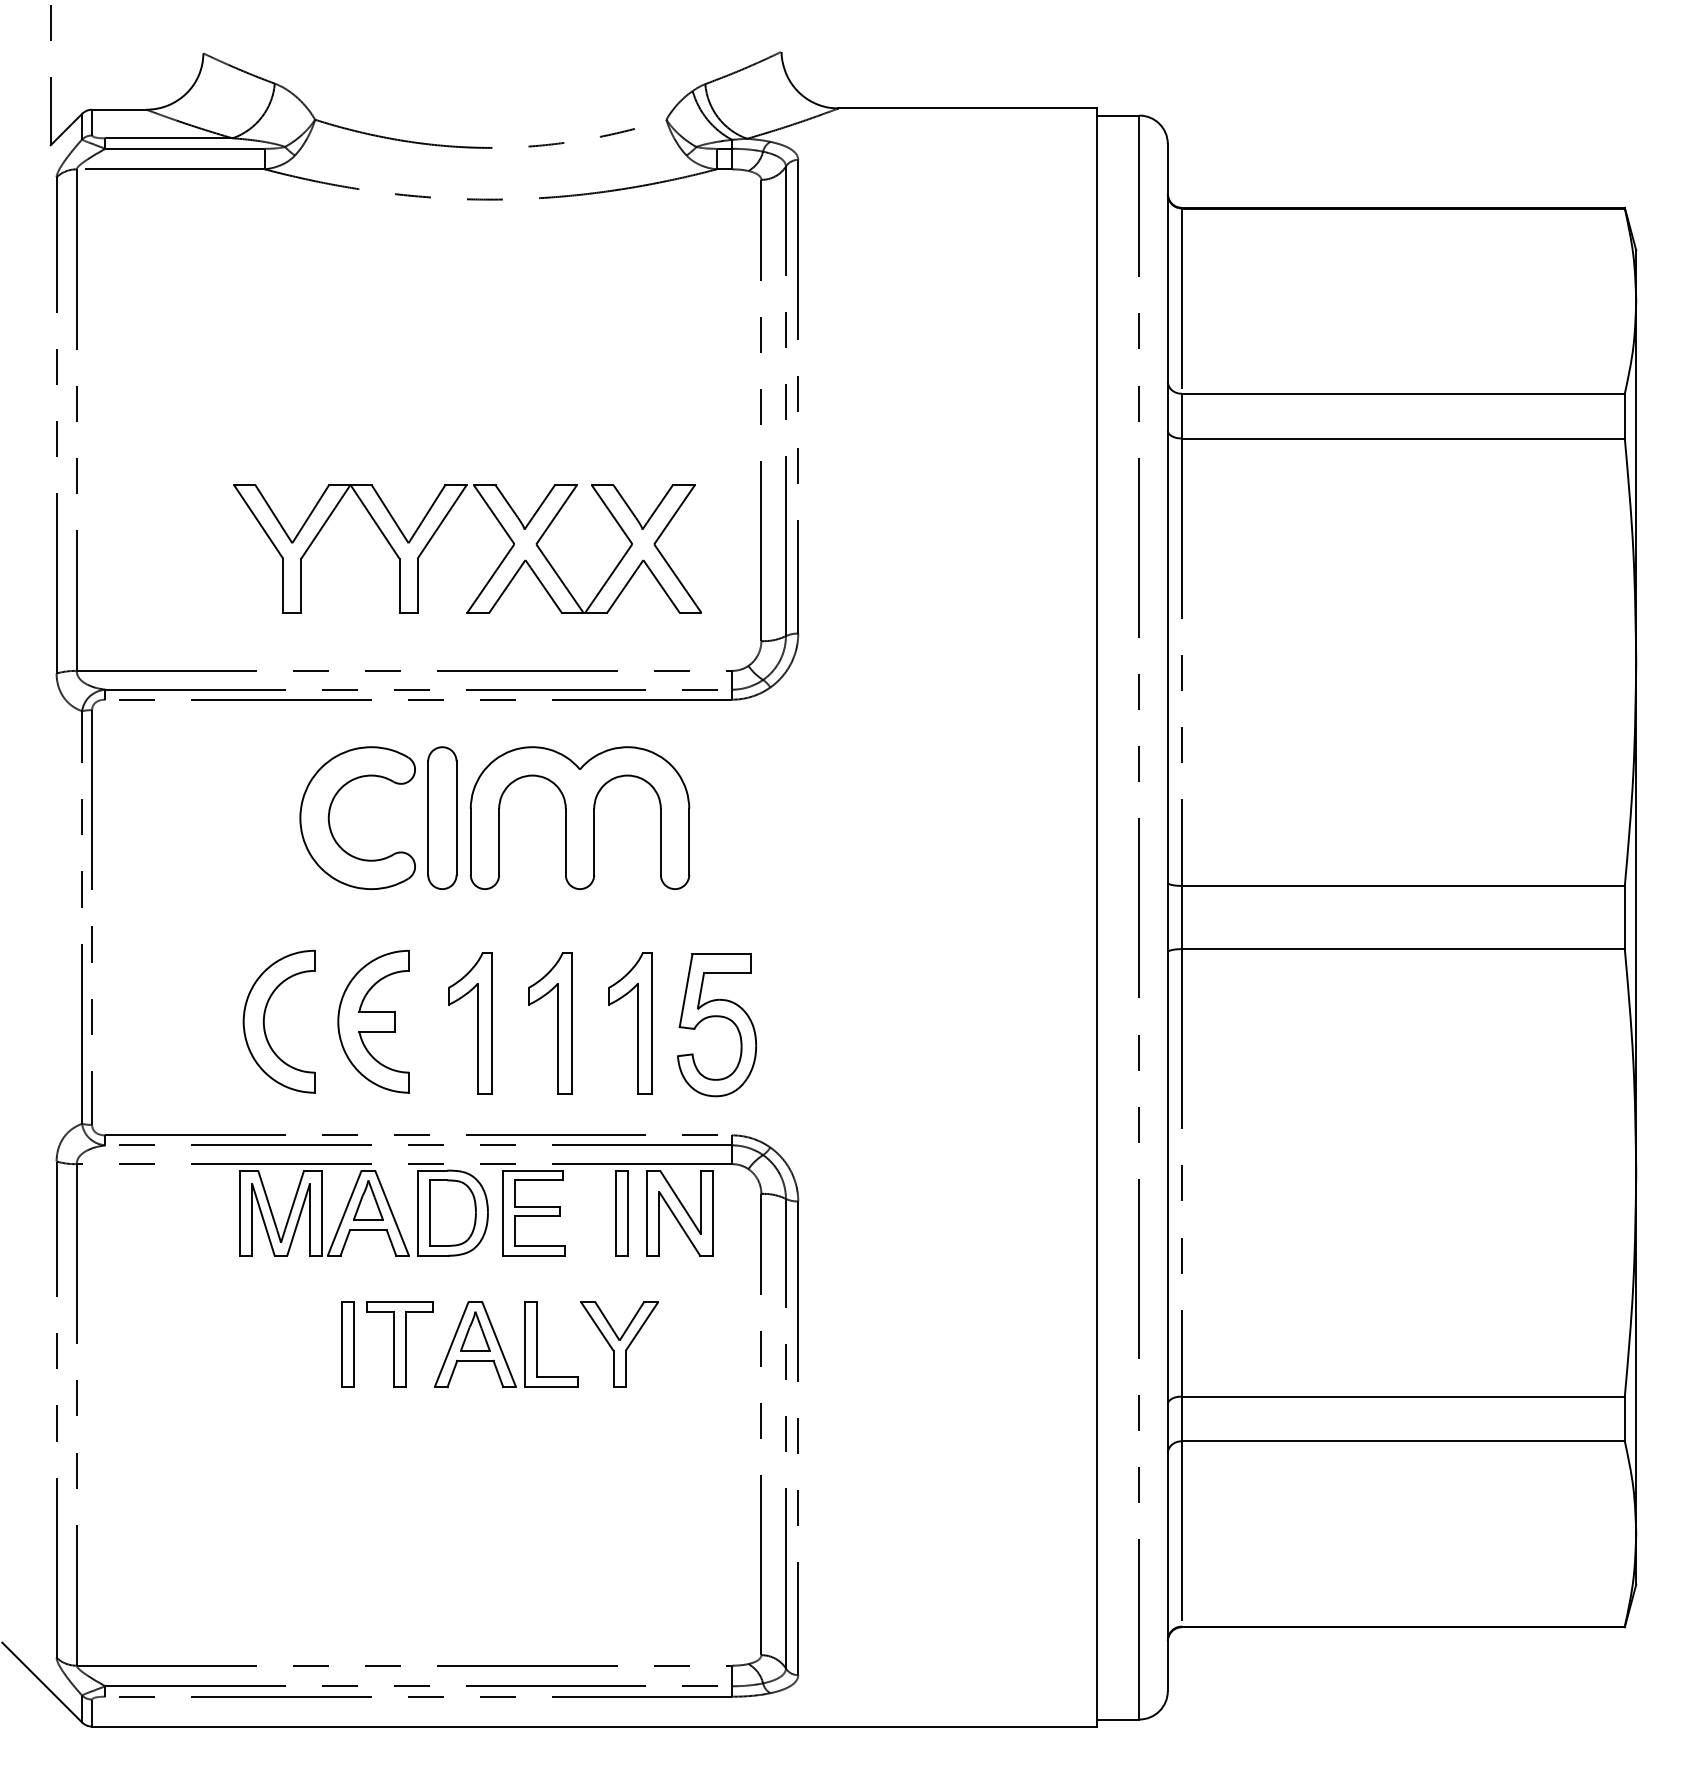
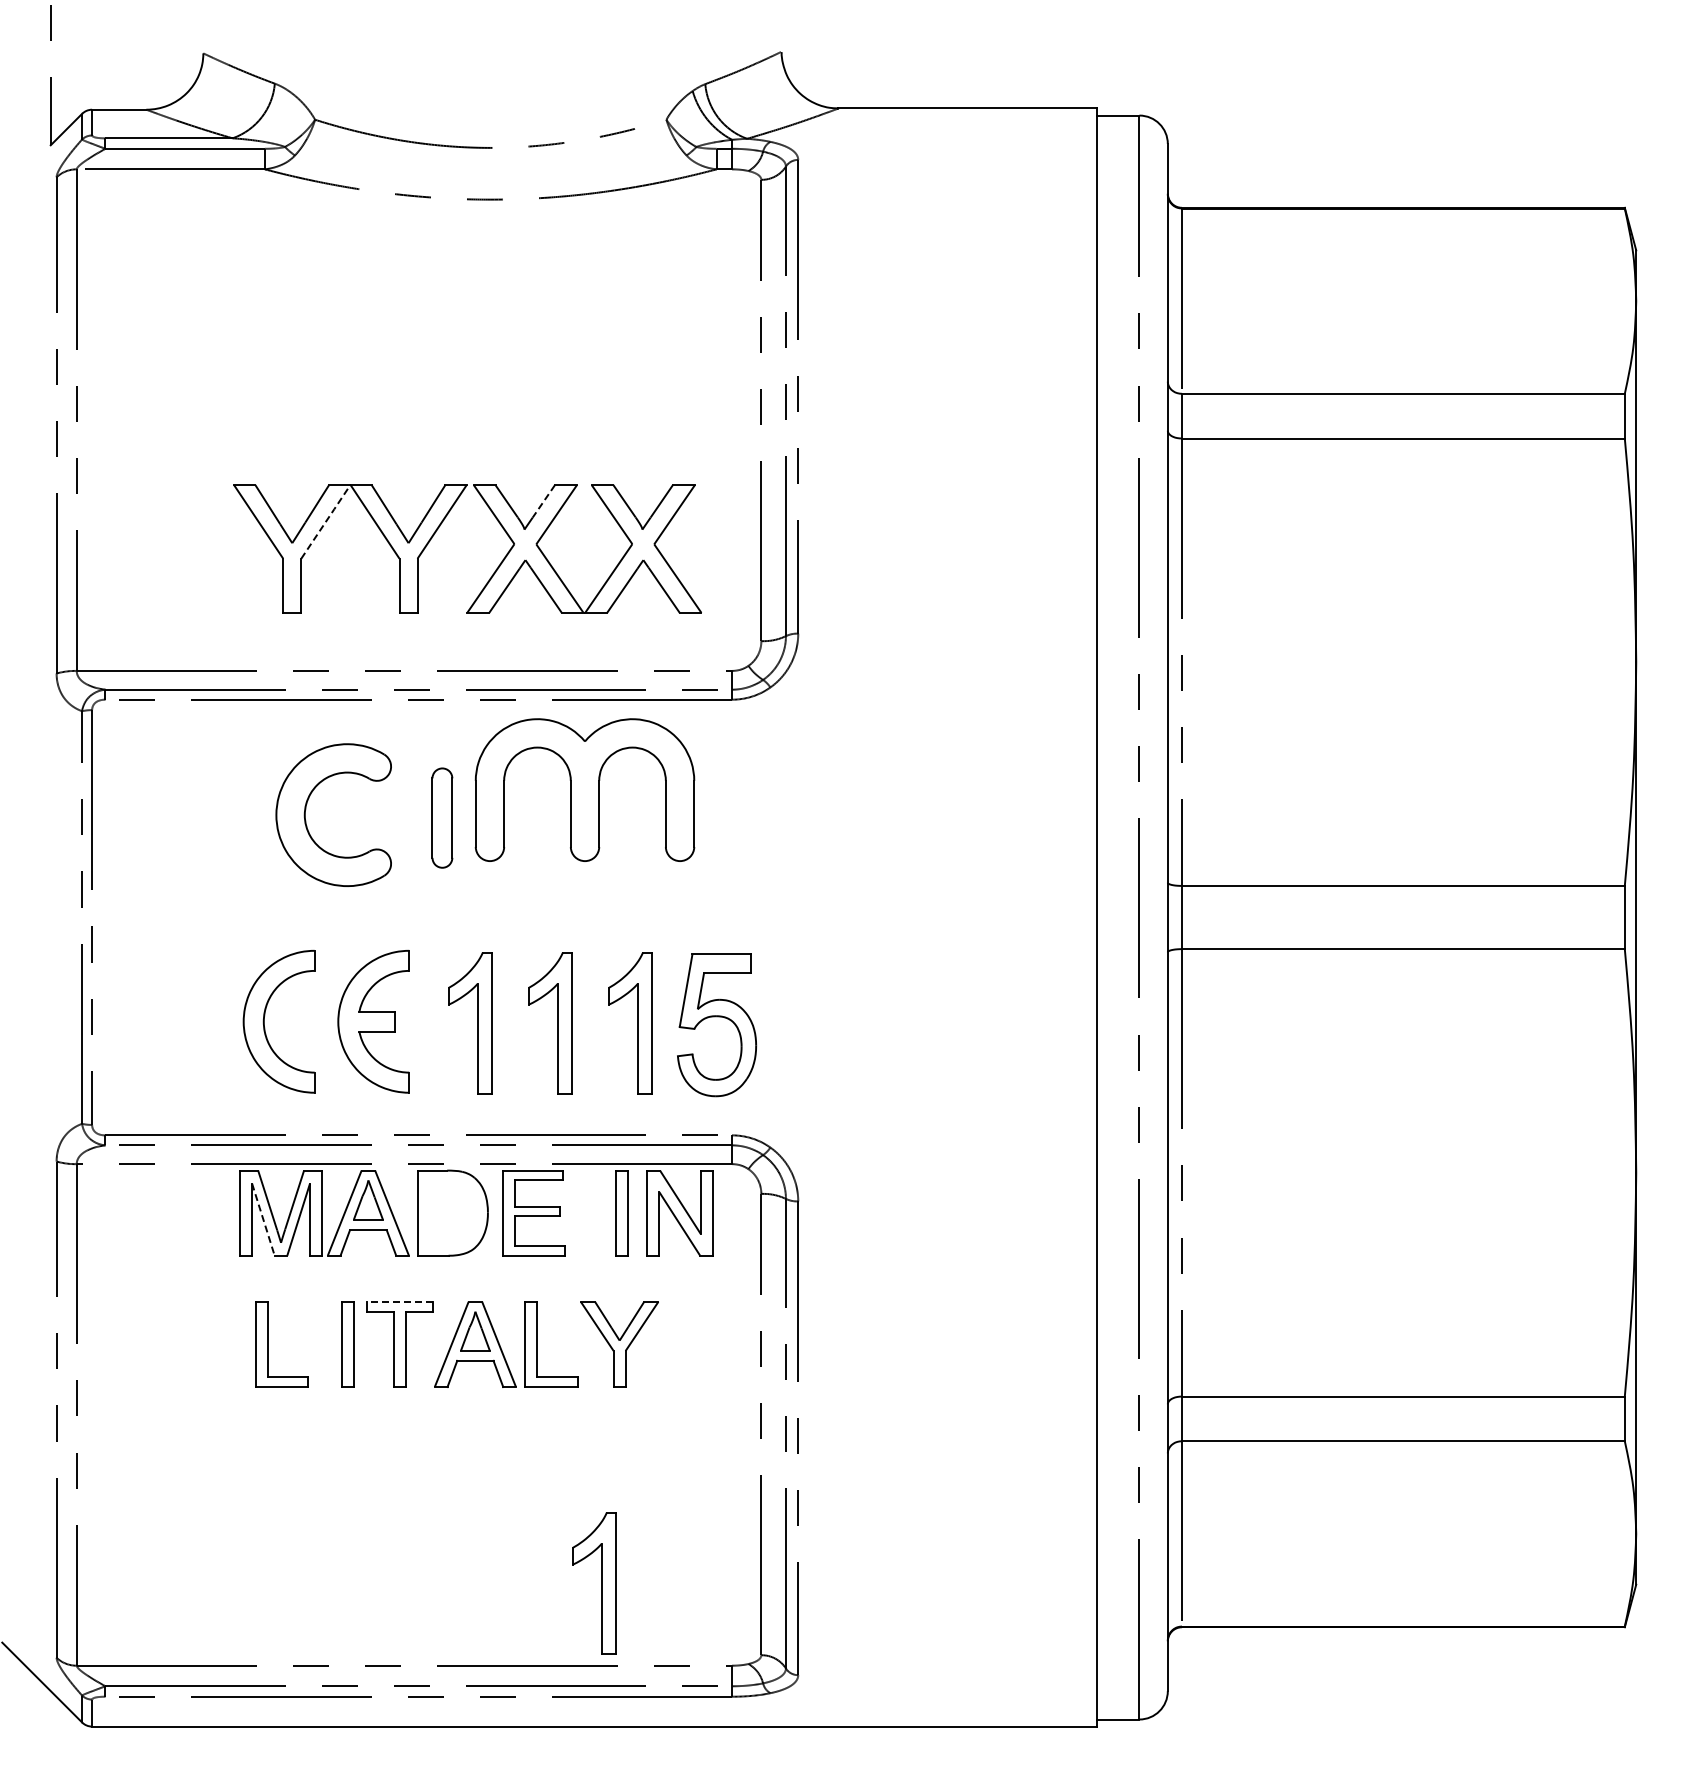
line at (543, 501): solid -> dashed
line at (325, 522): solid -> dashed
part at (330, 812) position: (330, 812) -> (306, 809)
part at (442, 817) size: 31x144 px -> 23x102 px
part at (579, 817) position: (579, 817) -> (584, 789)
part at (452, 1212): present -> none
line at (263, 1220): solid -> dashed
line at (399, 1301): solid -> dashed
part at (268, 1344): none -> present
part at (601, 1583): none -> present
